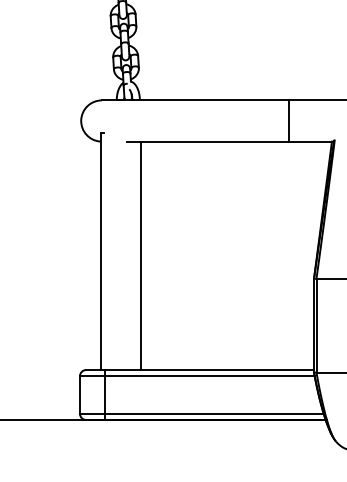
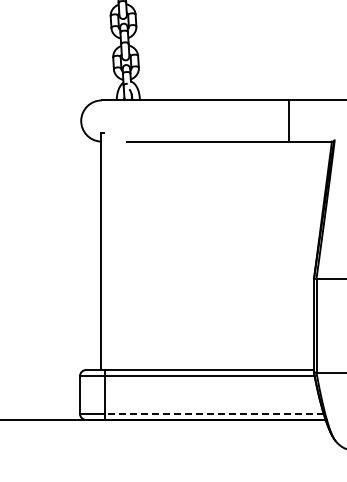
line at (140, 255): present -> none
line at (213, 413): solid -> dashed
